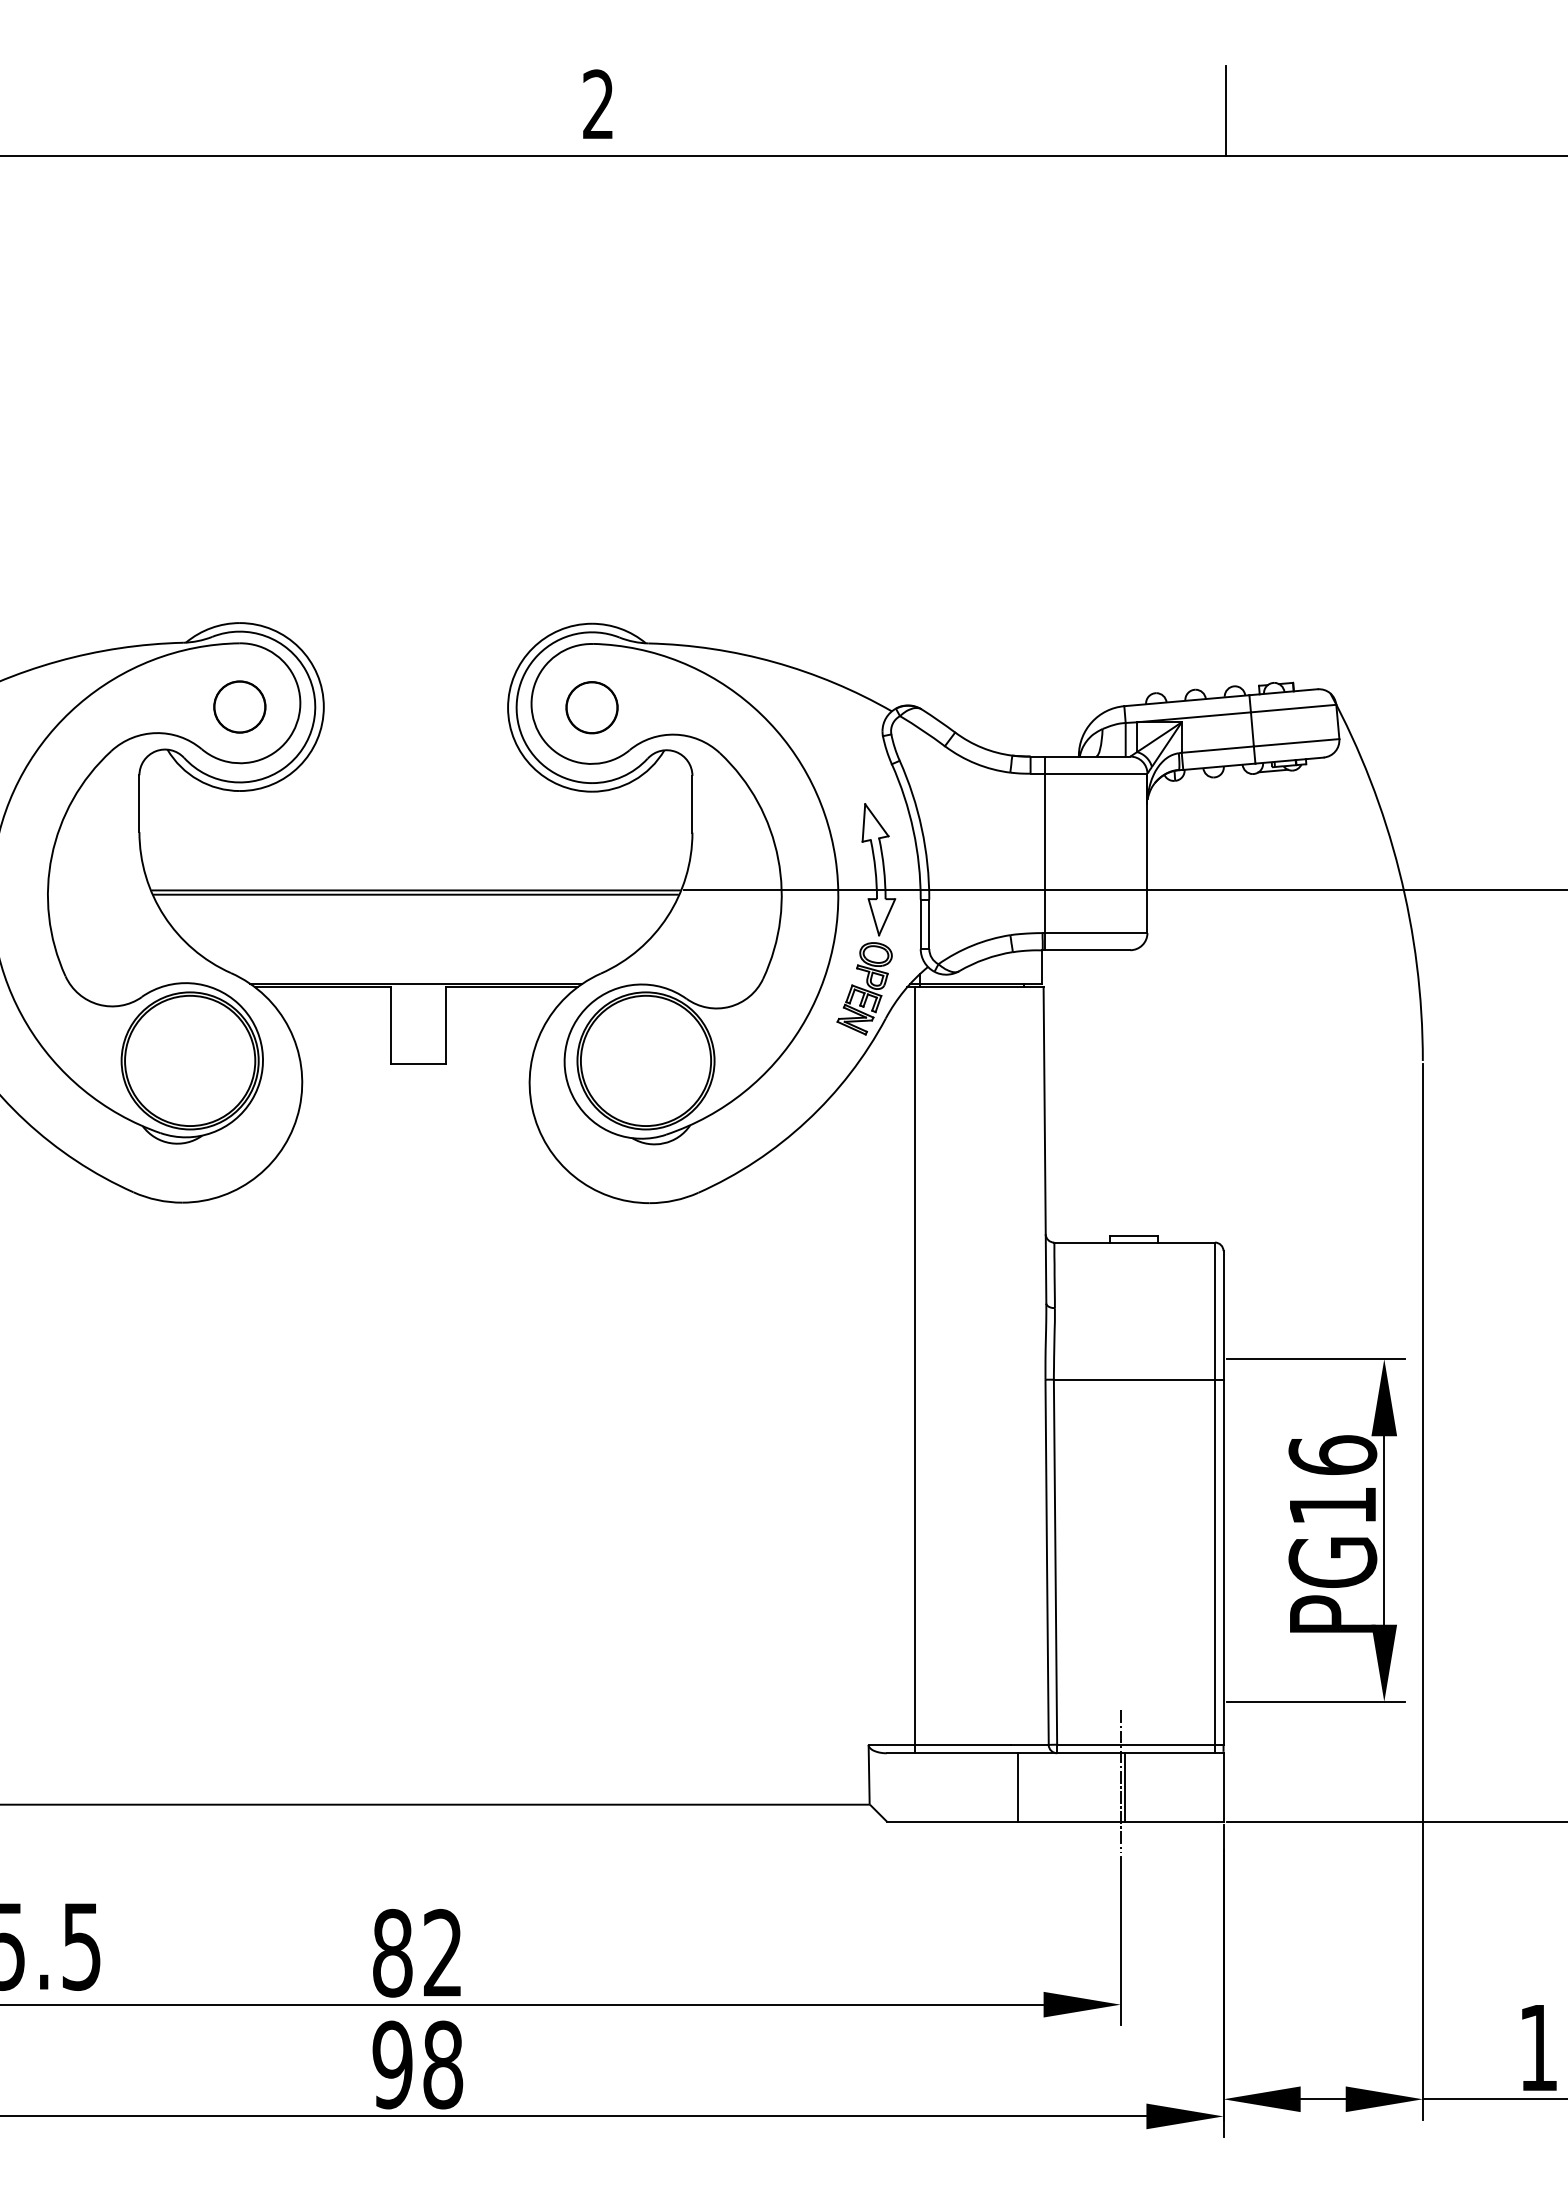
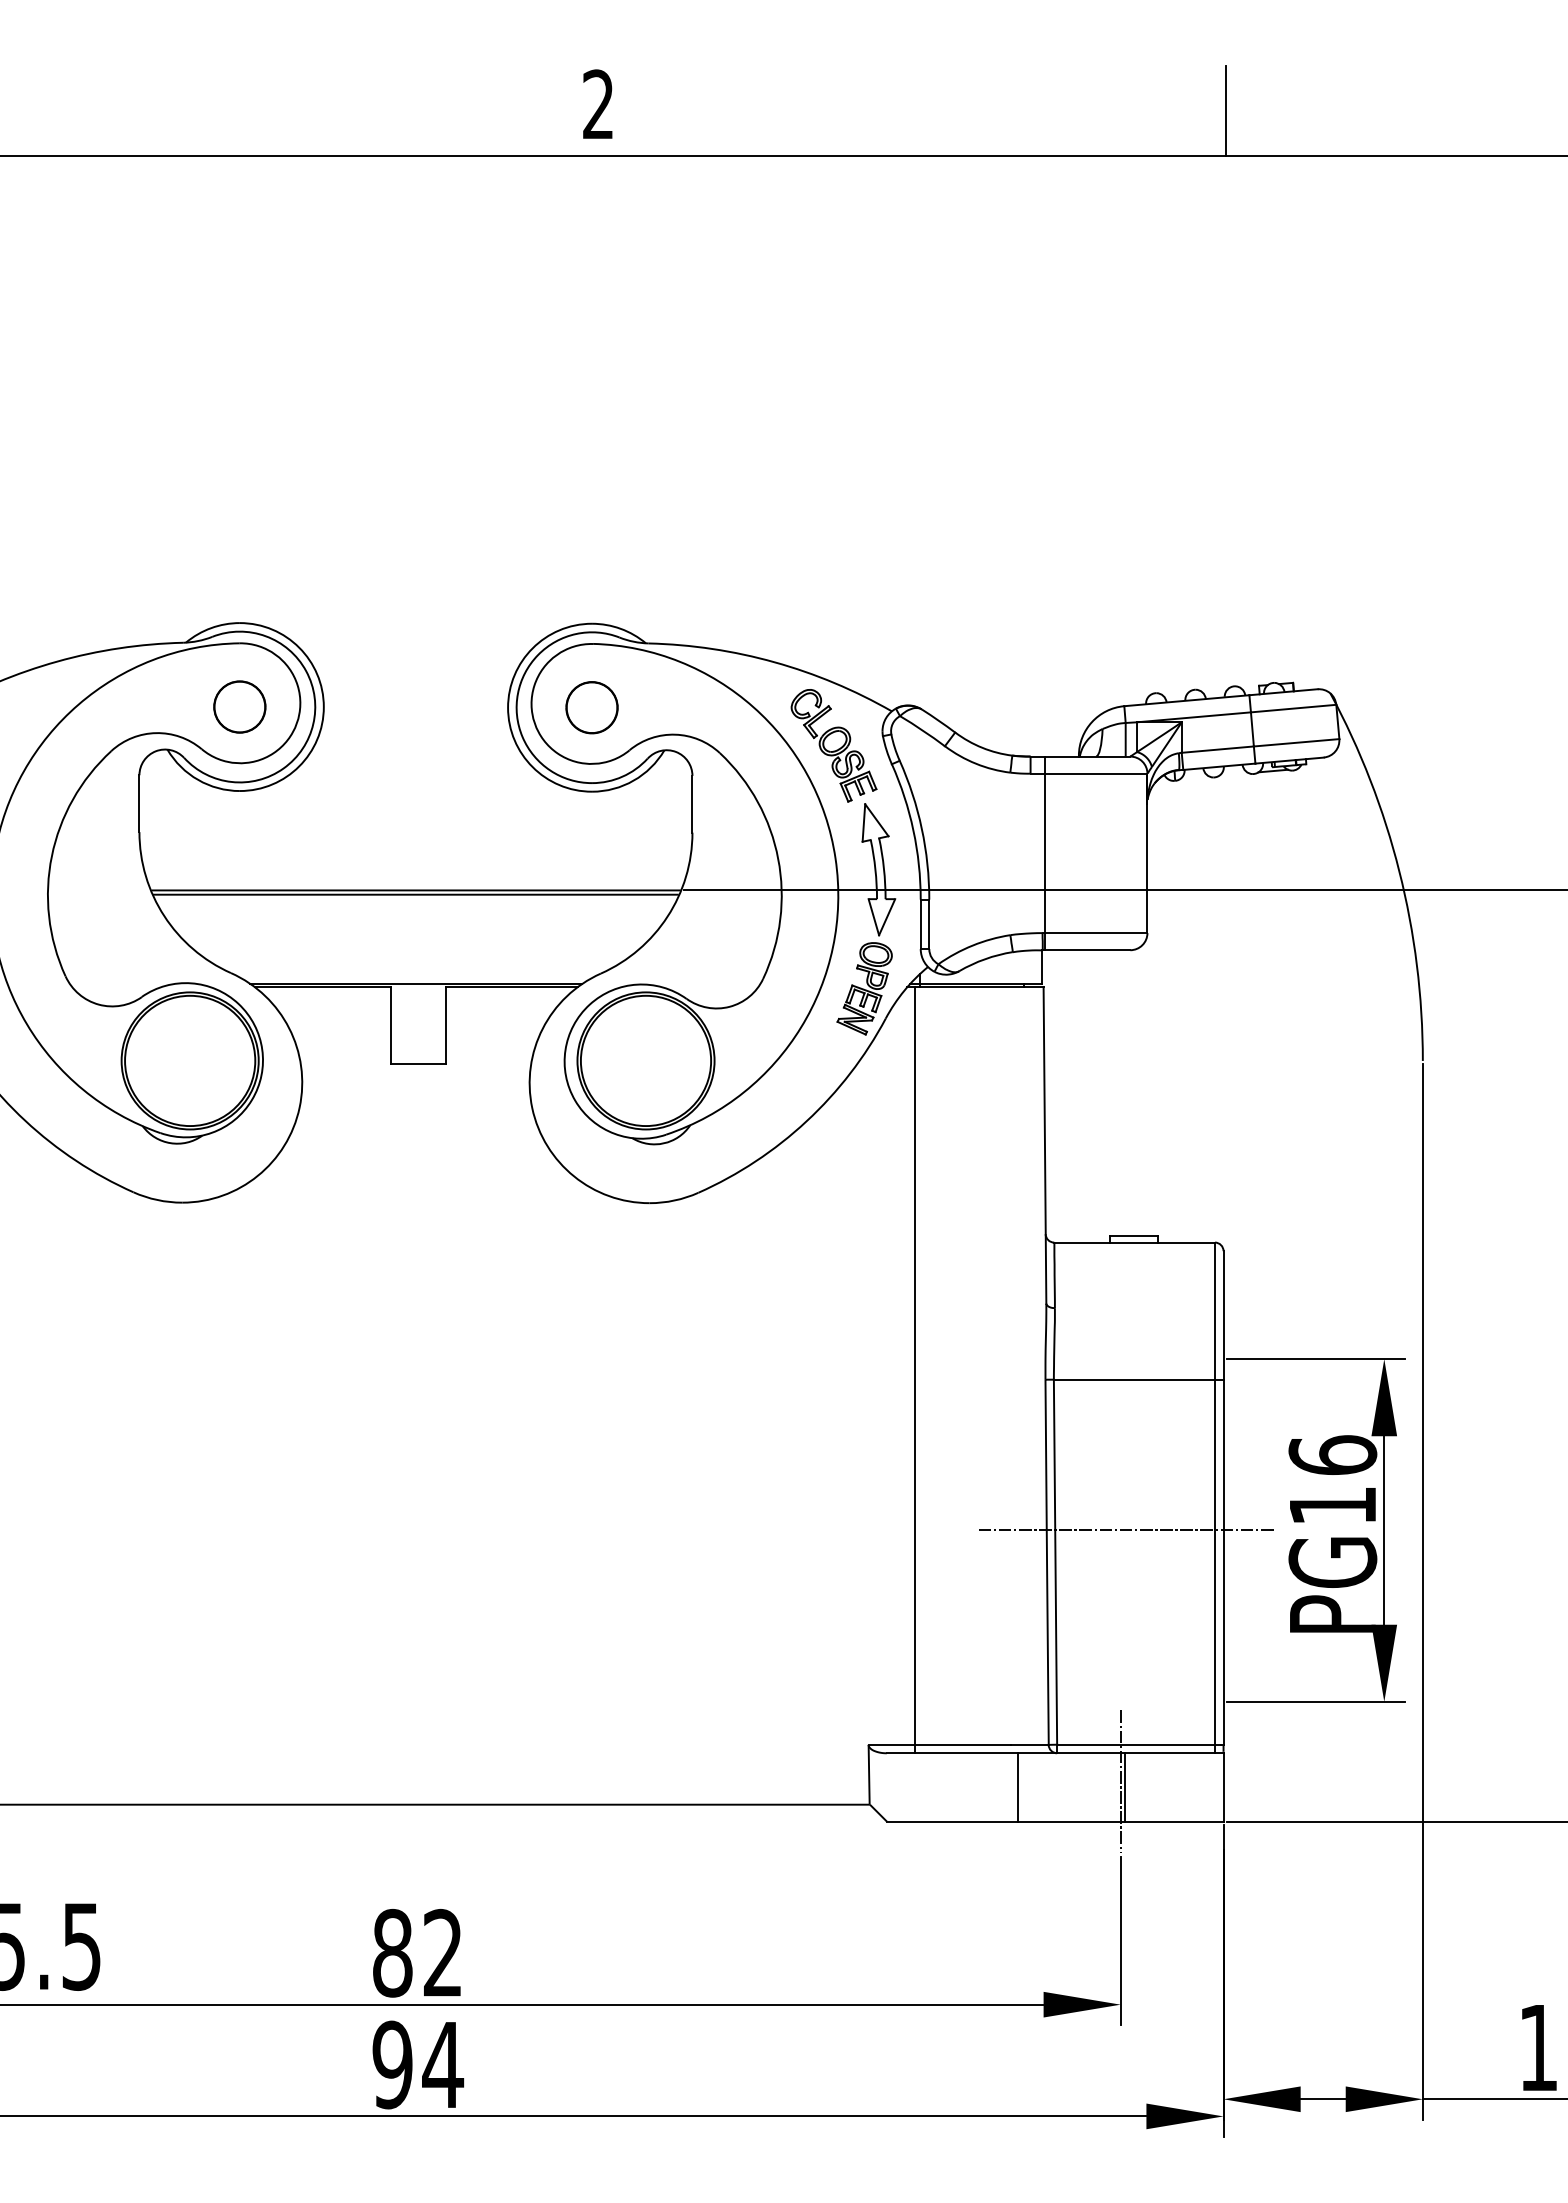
part at (833, 745): none -> present
line at (1125, 1530): none -> present
text at (443, 2064): 98 -> 94
